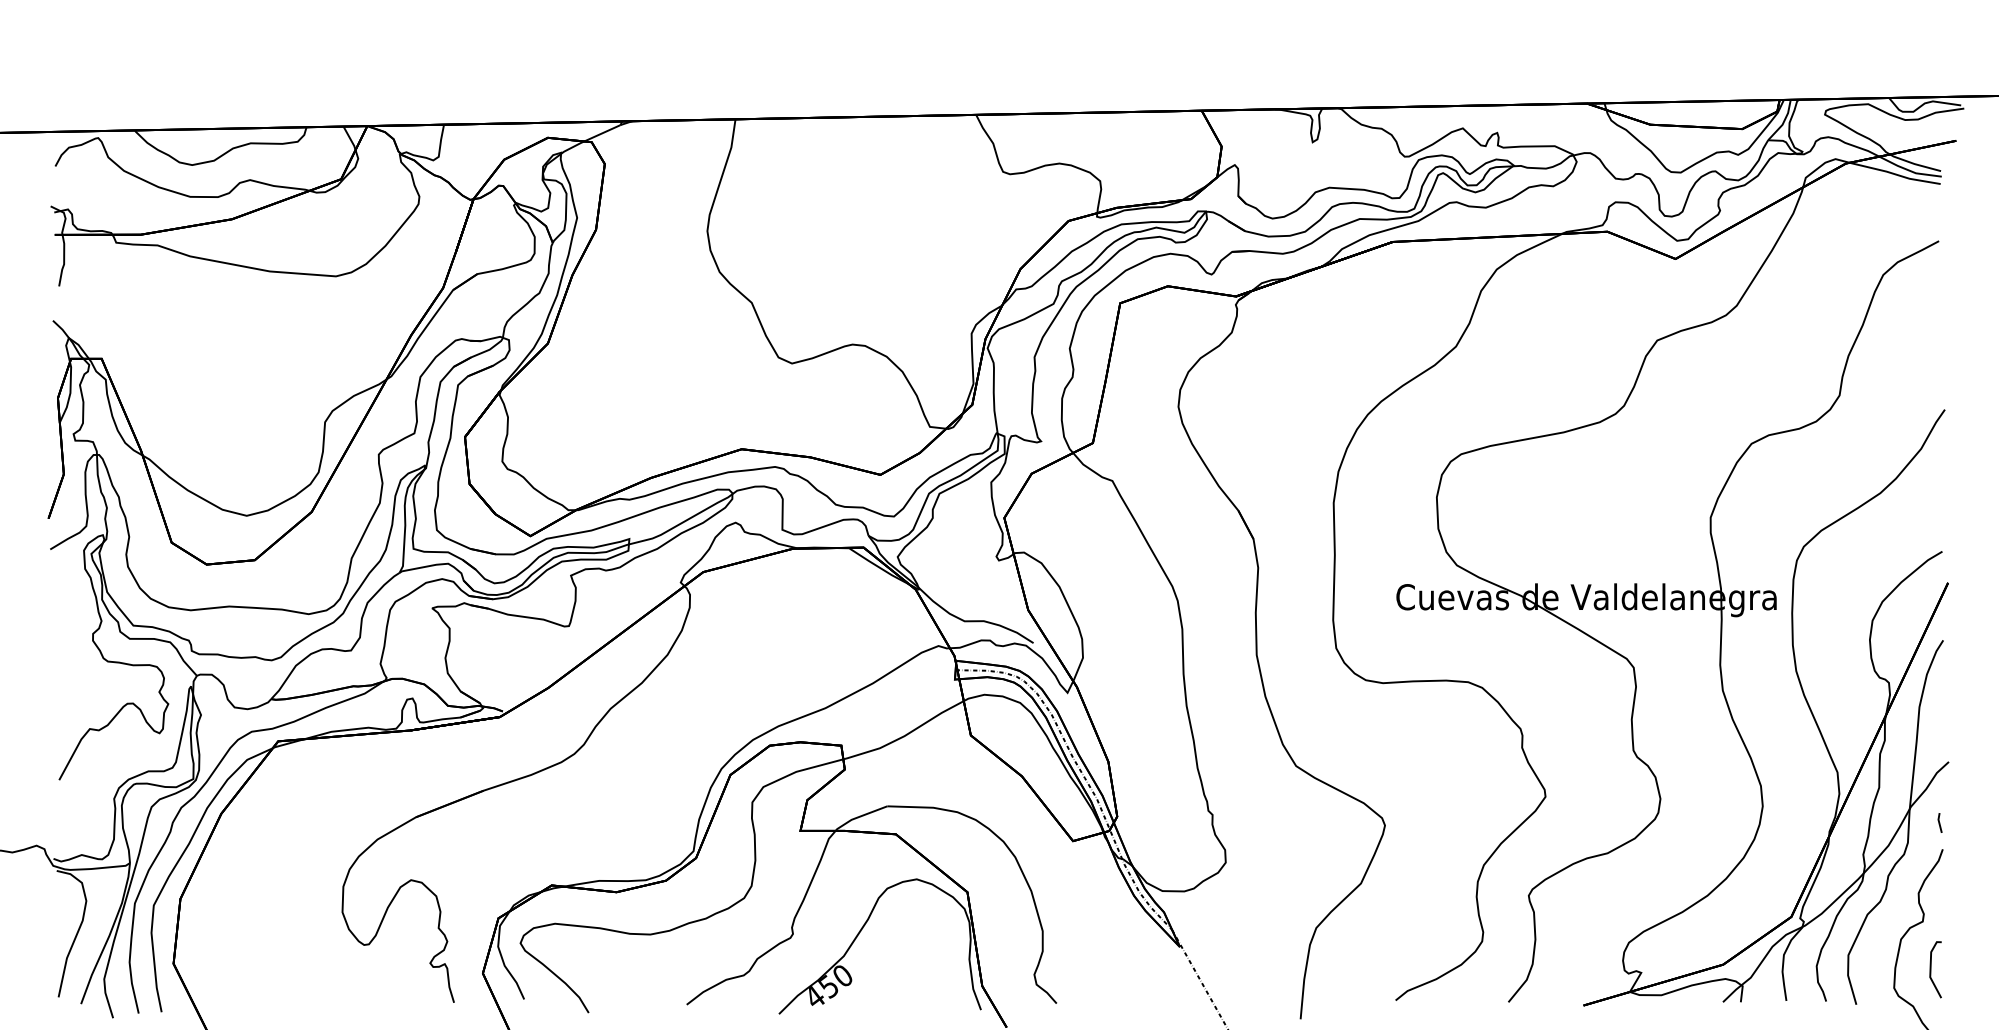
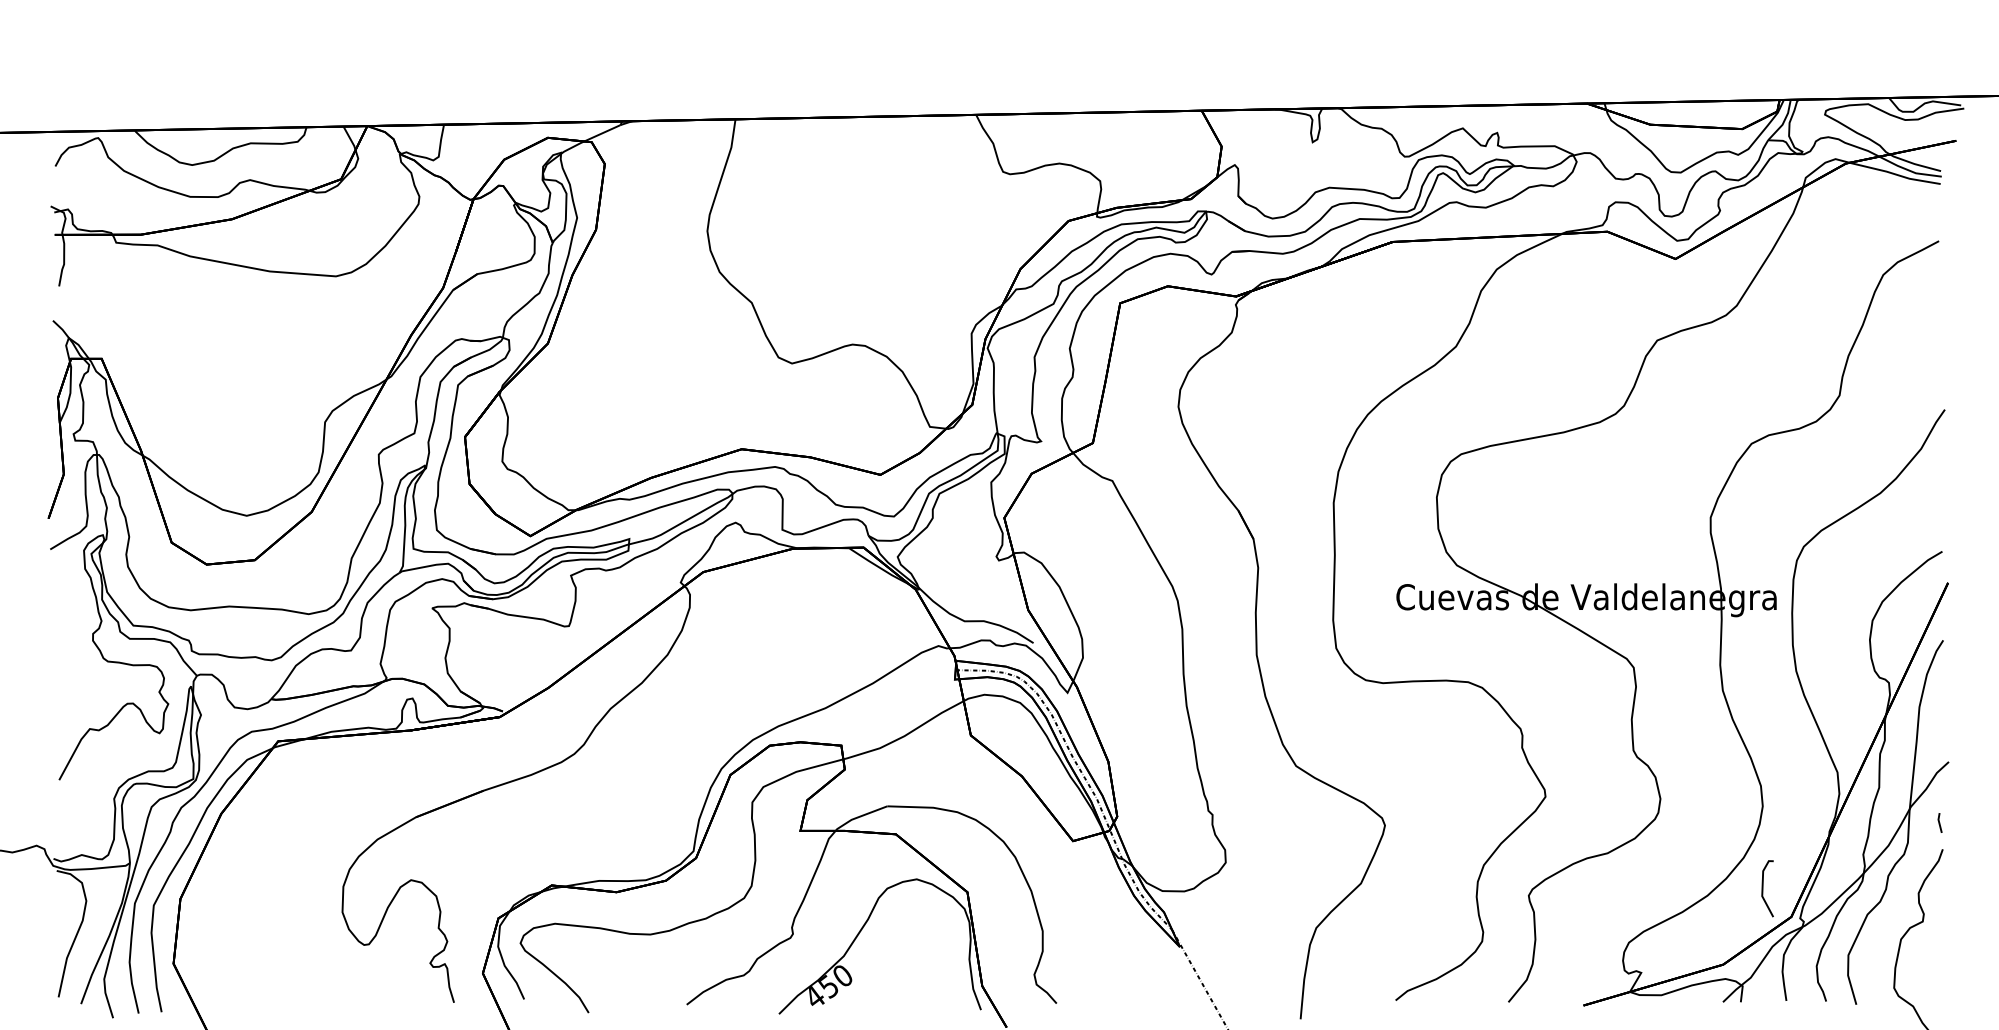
line at (1931, 969) position: (1931, 969) -> (1763, 888)
